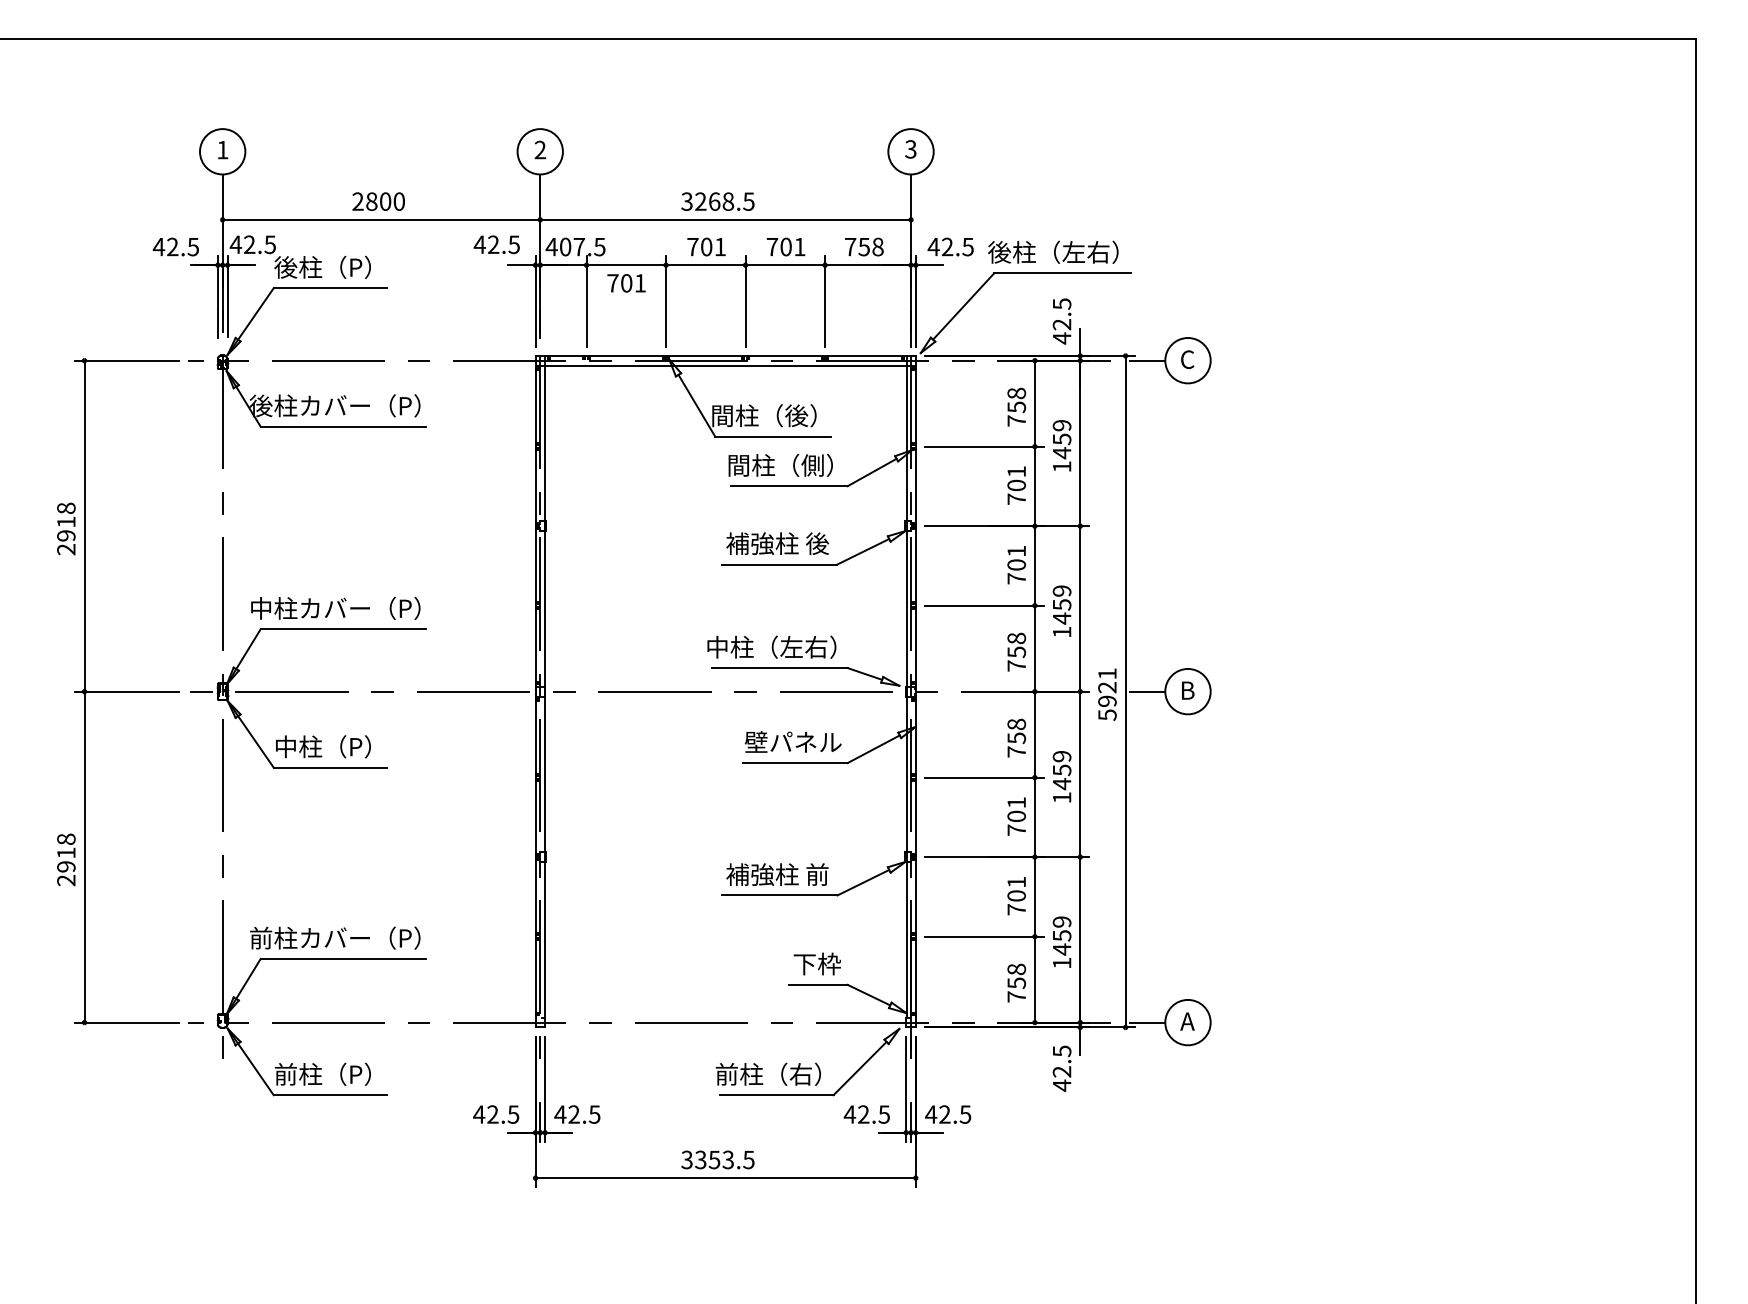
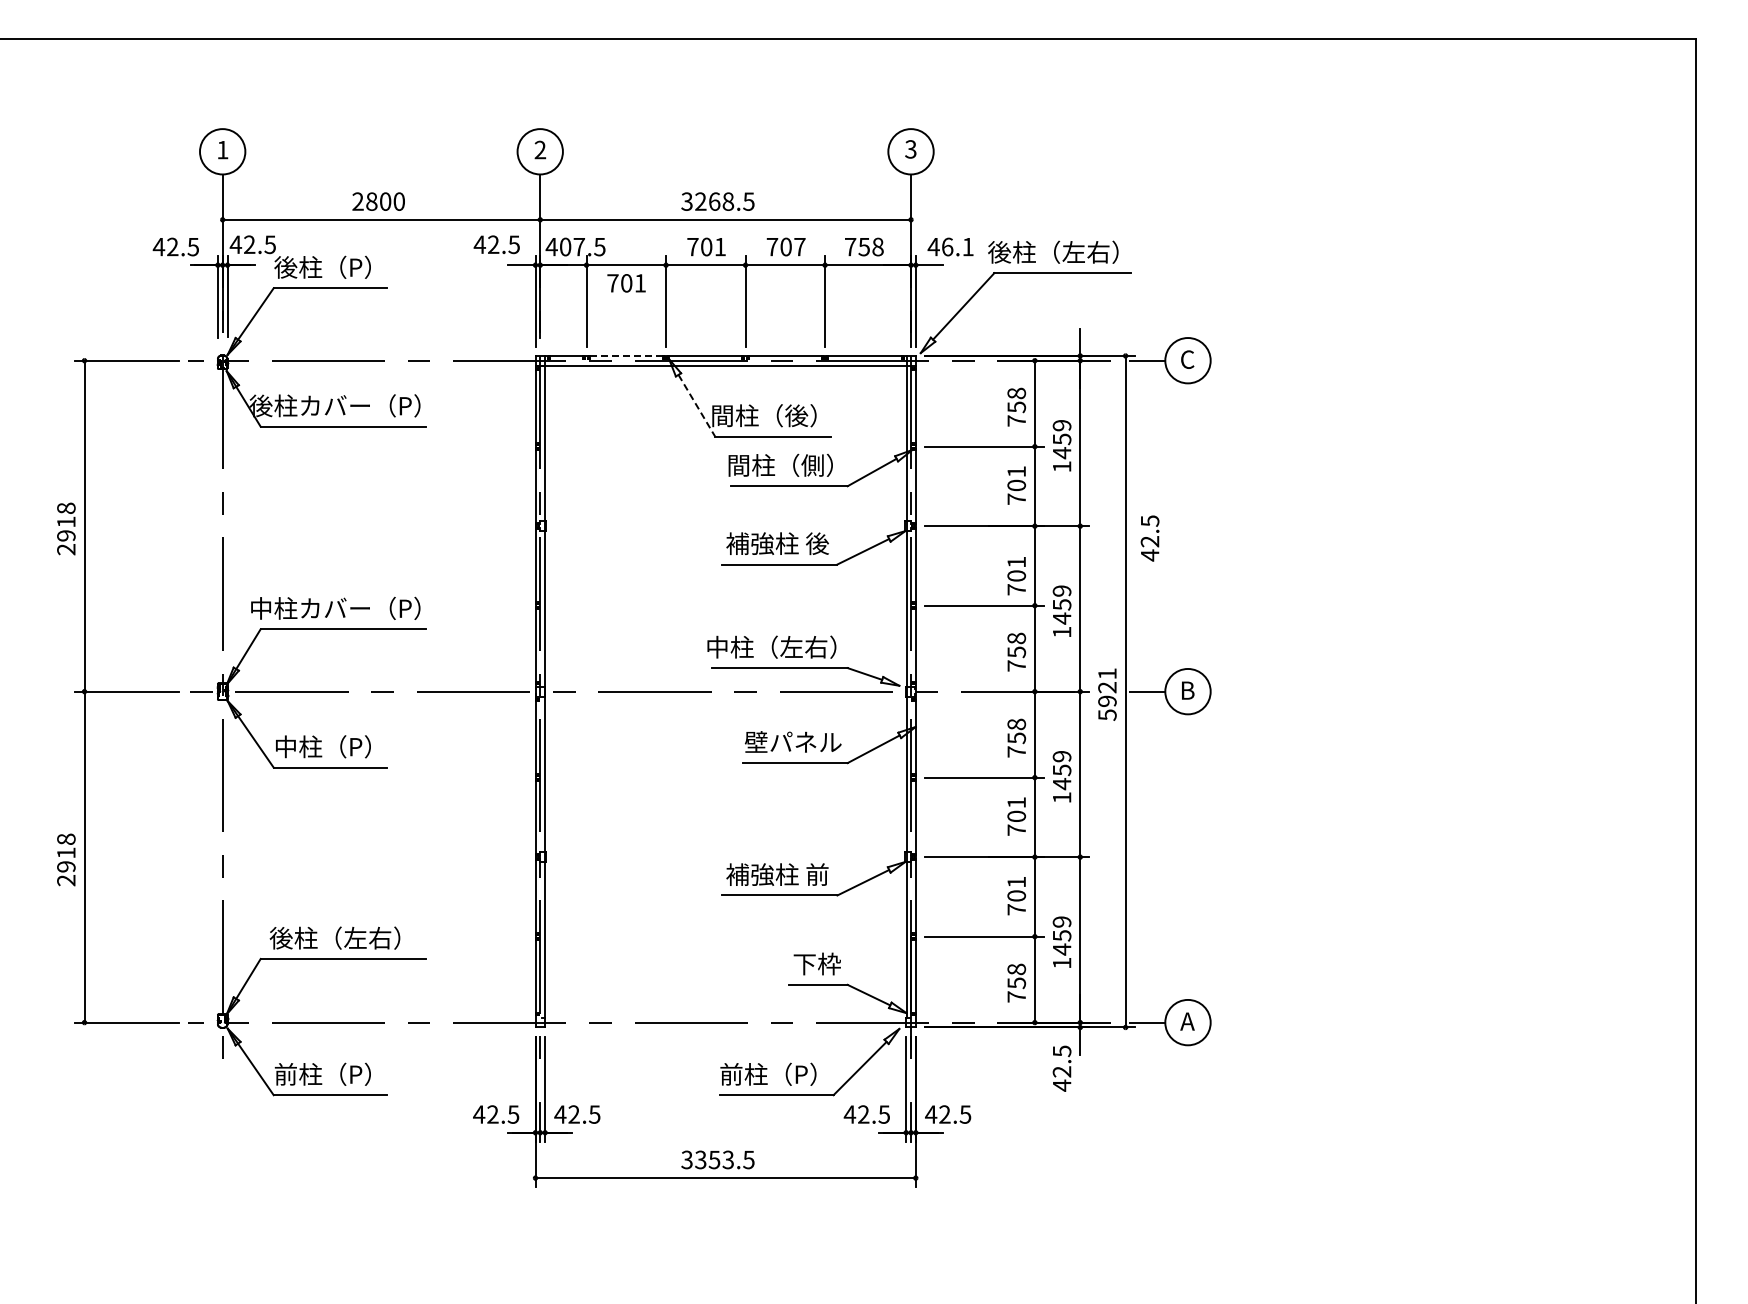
text at (957, 246): 42.5 -> 46.1
text at (799, 247): 701 -> 707
text at (1061, 321) position: (1061, 321) -> (1149, 538)
line at (626, 355): solid -> dashed
line at (696, 405): solid -> dashed
text at (1016, 565) position: (1016, 565) -> (1016, 576)
text at (335, 937): 前柱カバー（P） -> 後柱（左右）
text at (767, 1073): 前柱（右） -> 前柱（P）
